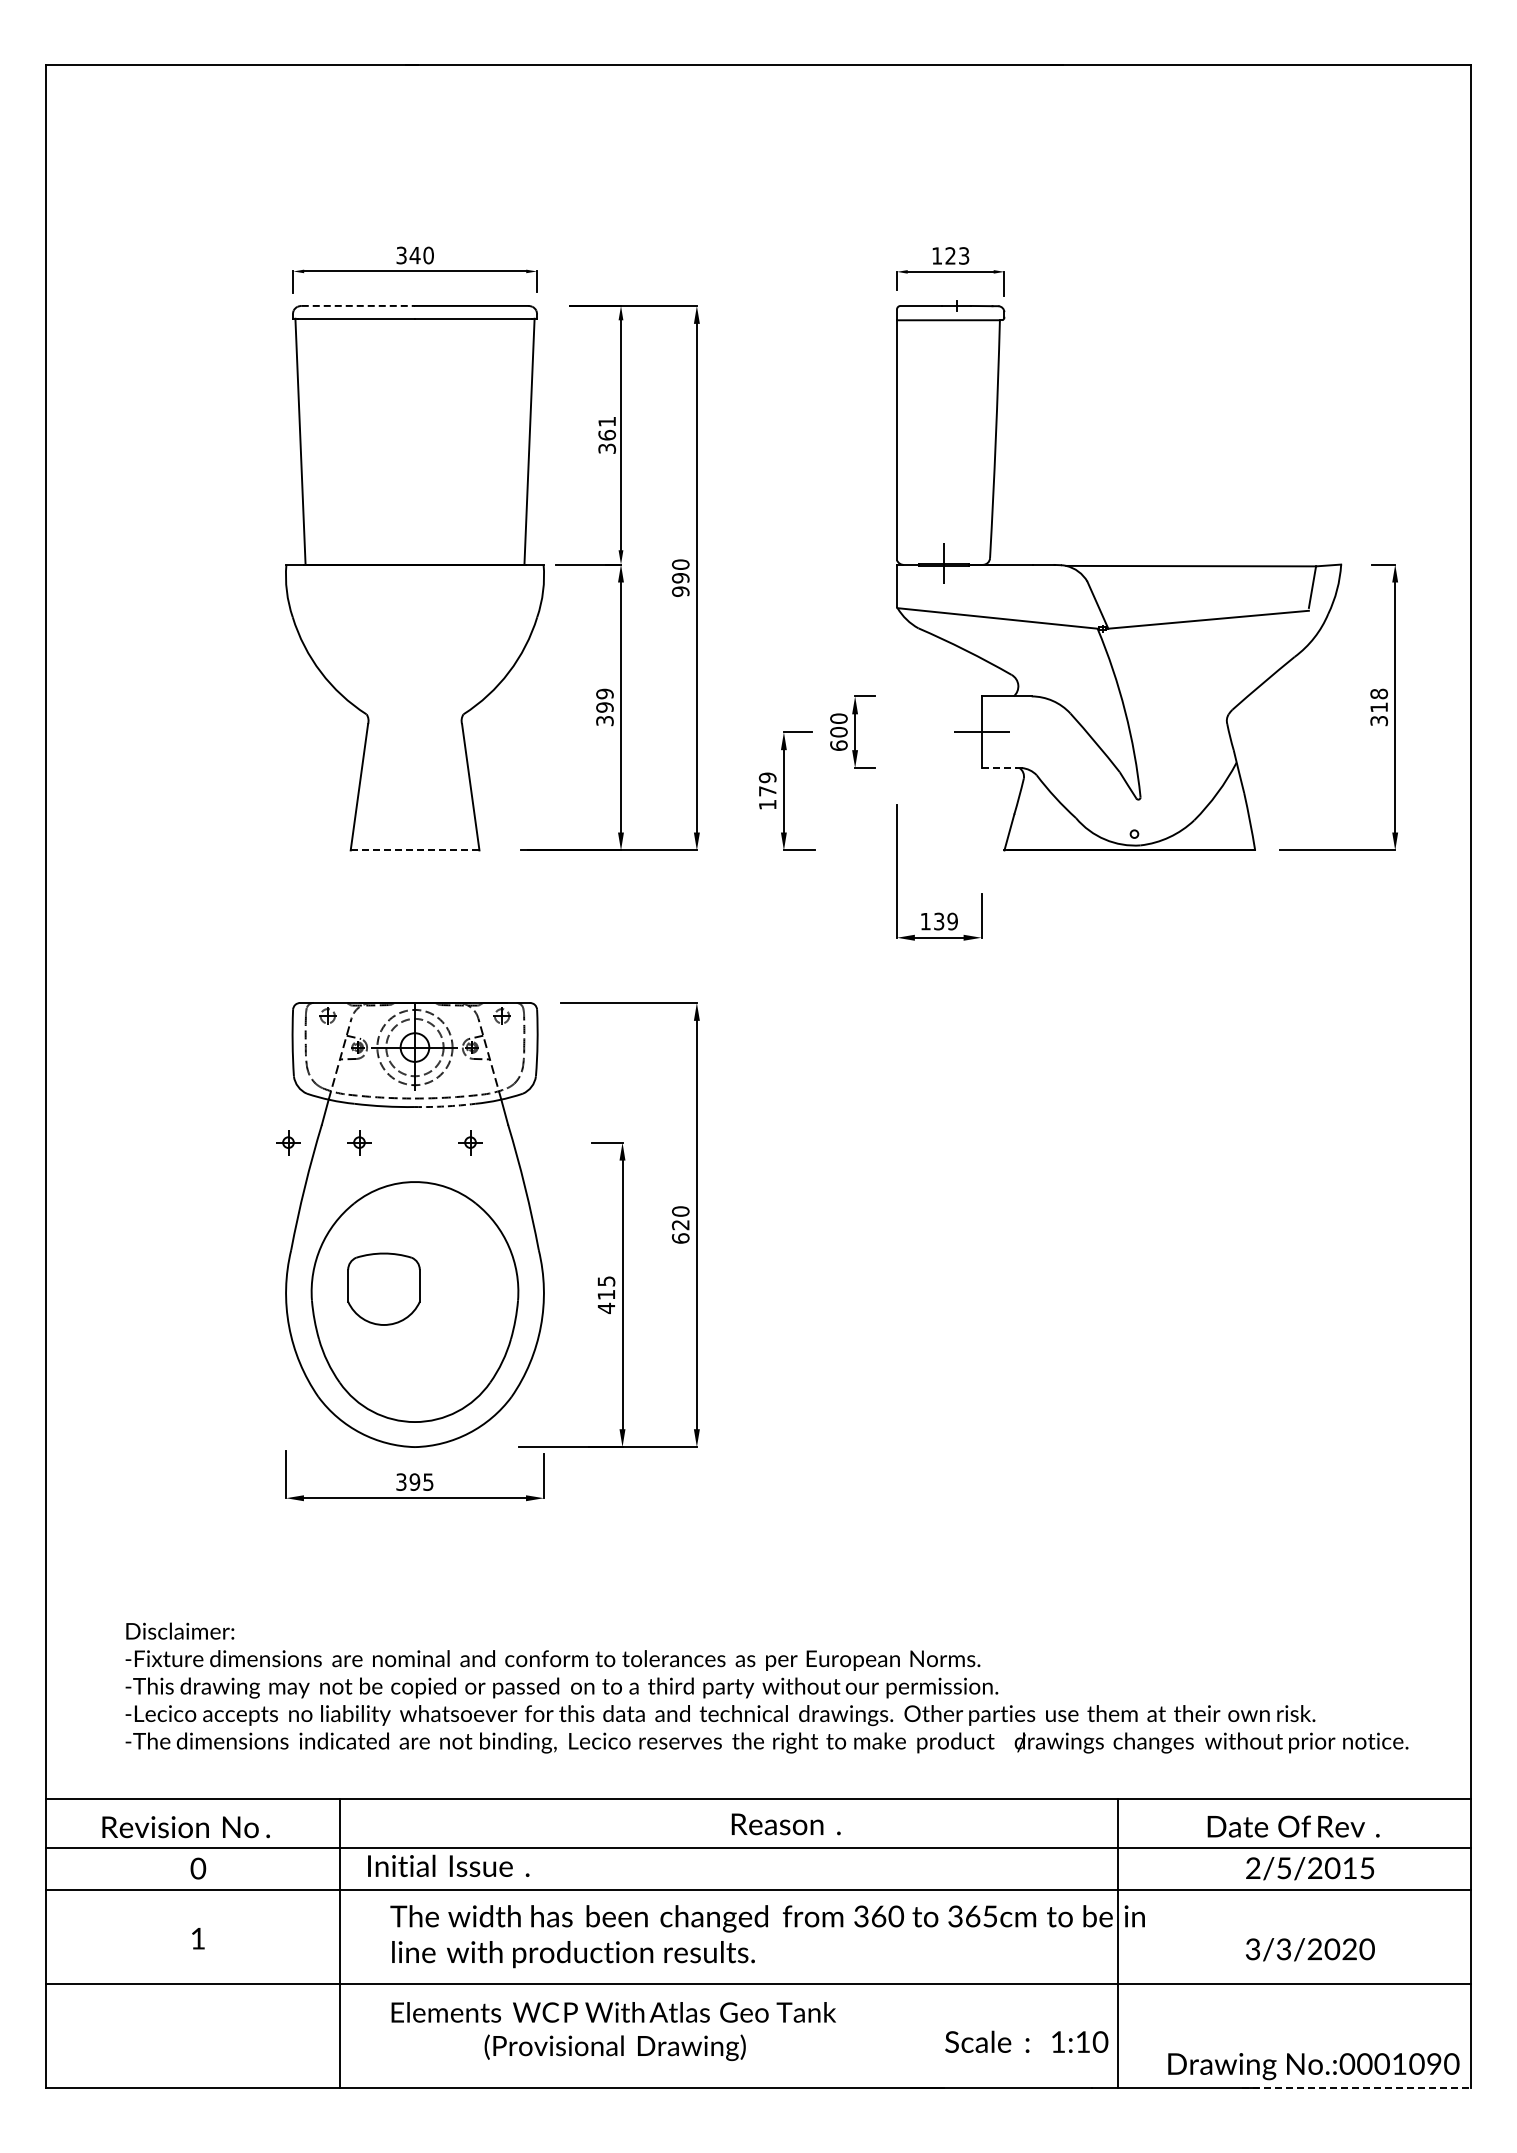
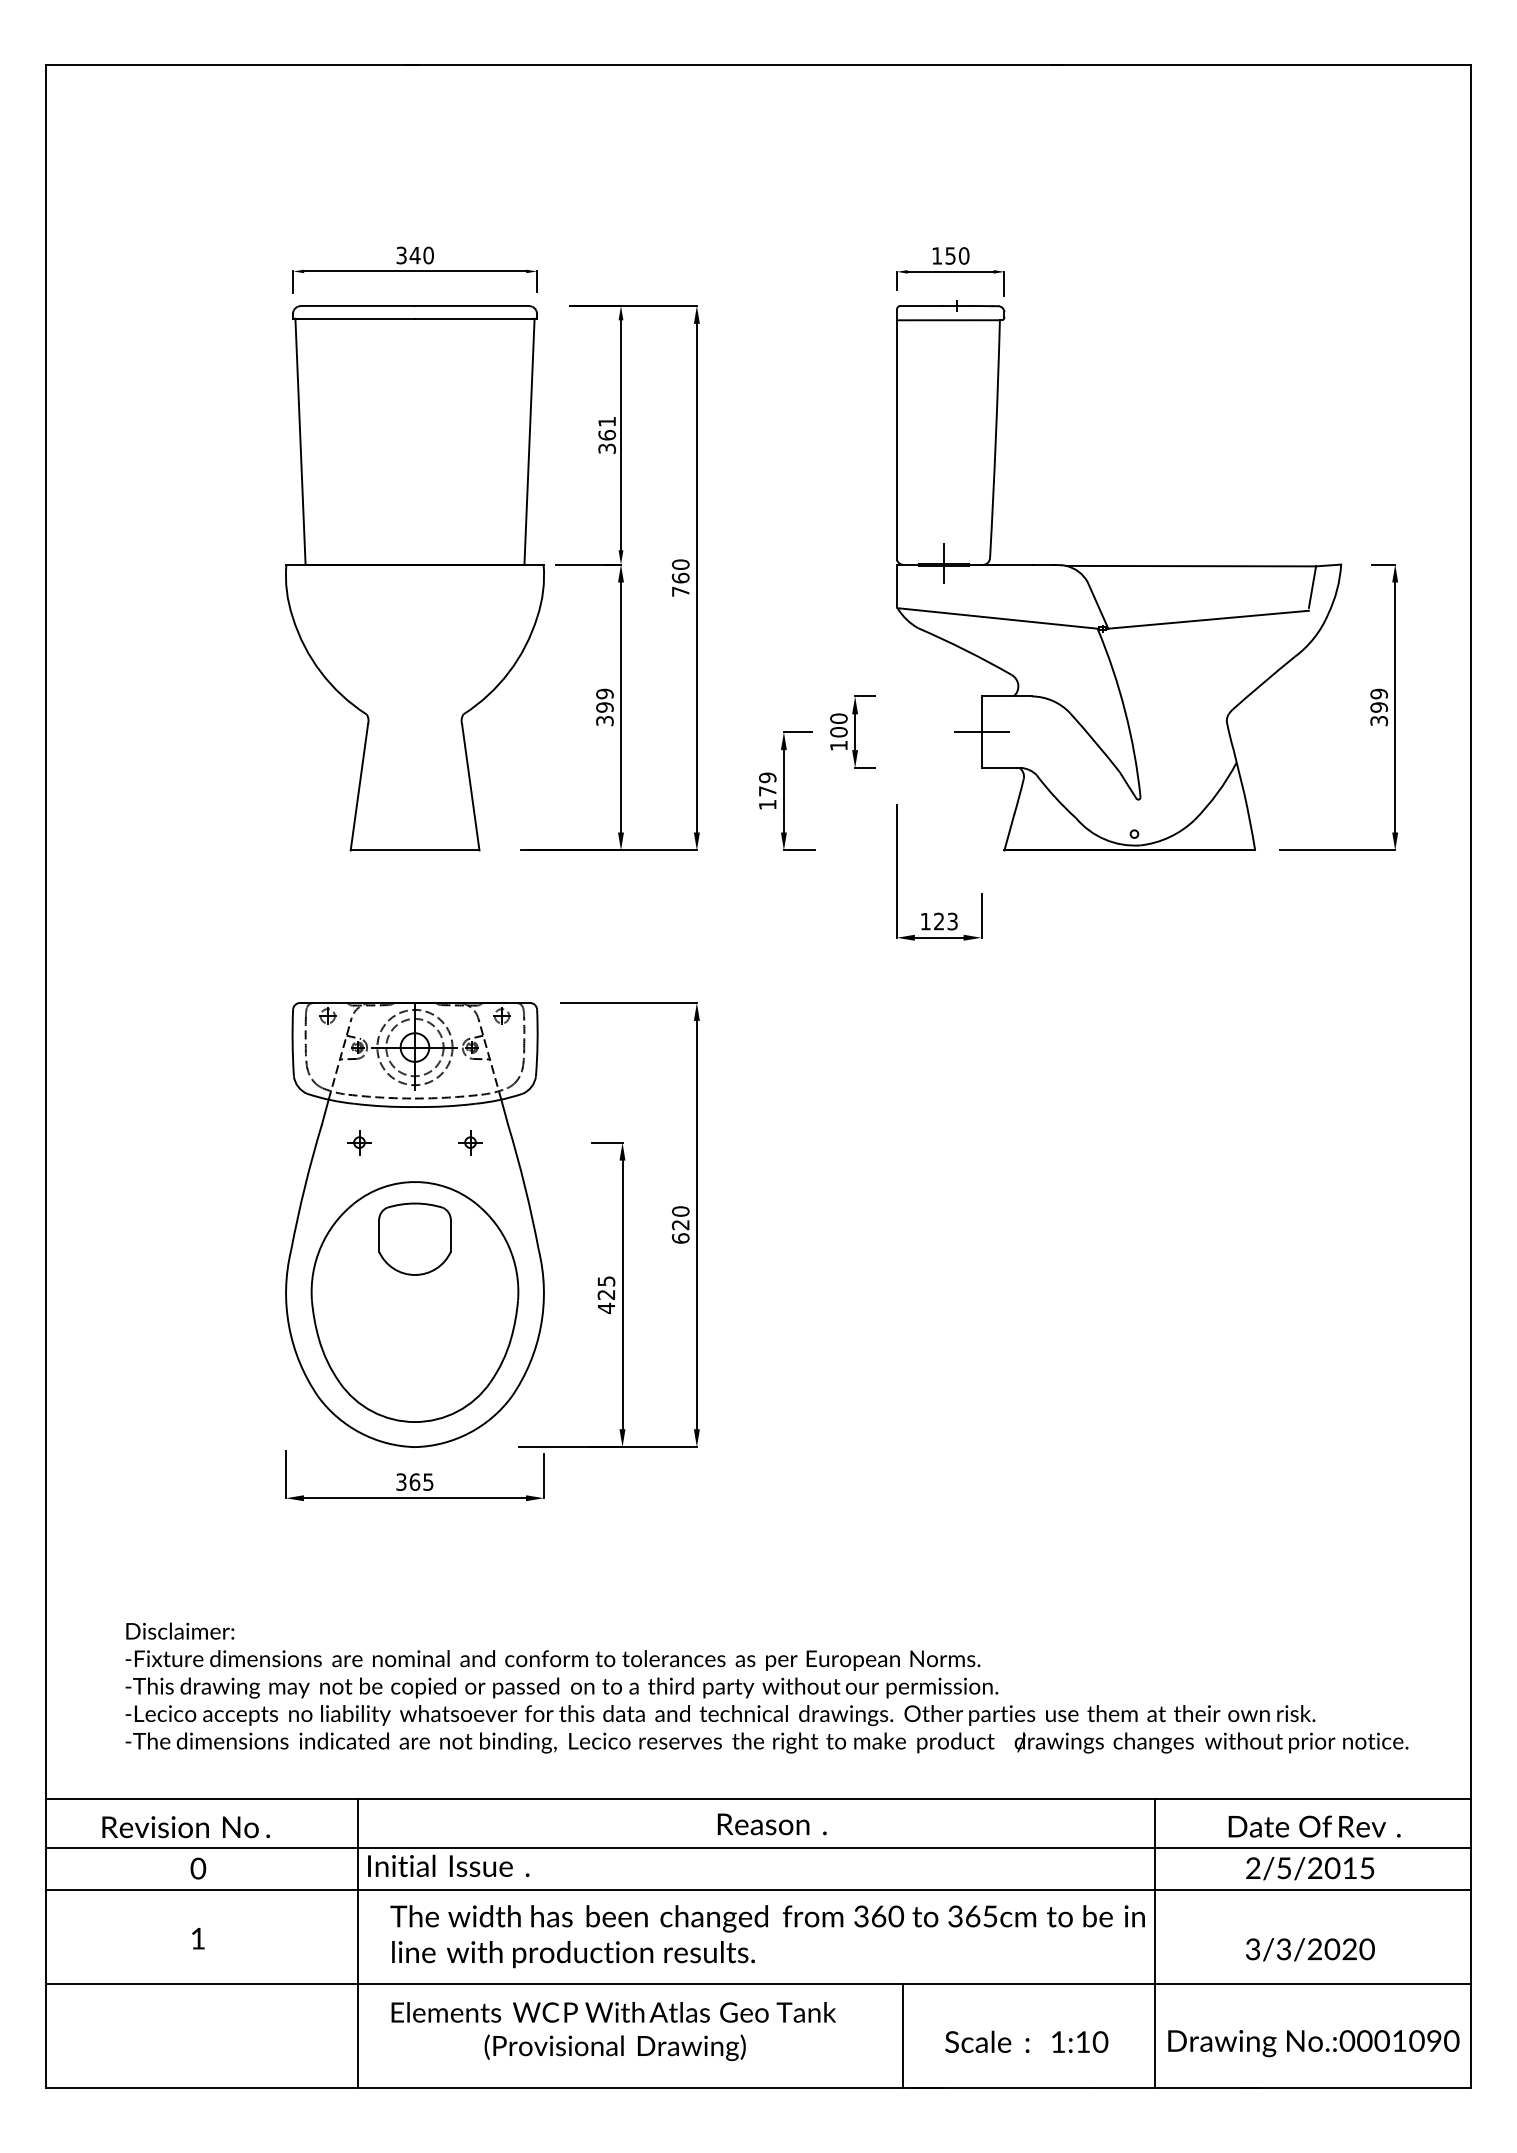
text at (957, 255): 123 -> 150
line at (358, 305): dashed -> solid
text at (680, 584): 990 -> 760
text at (1379, 700): 318 -> 399
text at (838, 745): 600 -> 100
line at (999, 768): dashed -> solid
line at (414, 850): dashed -> solid
text at (945, 921): 139 -> 123
arc at (445, 1106): dashed -> solid
part at (288, 1142): present -> none
part at (383, 1288) position: (383, 1288) -> (414, 1238)
text at (605, 1294): 415 -> 425
text at (414, 1481): 395 -> 365
text at (785, 1824) position: (785, 1824) -> (771, 1824)
text at (1293, 1826) position: (1293, 1826) -> (1314, 1826)
line at (340, 1943) position: (340, 1943) -> (358, 1943)
line at (1118, 1943) position: (1118, 1943) -> (1155, 1943)
line at (902, 2036): none -> present
text at (1313, 2066) position: (1313, 2066) -> (1313, 2043)
line at (1356, 2088): dashed -> solid
